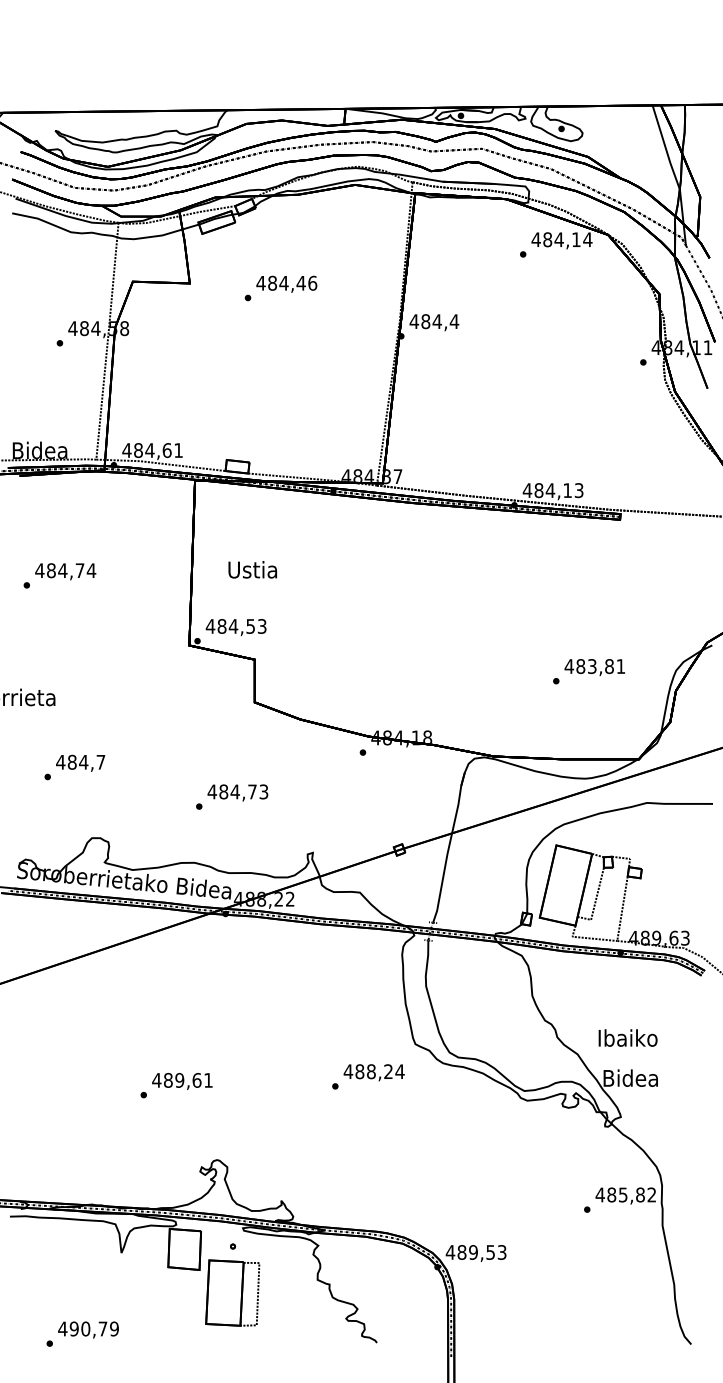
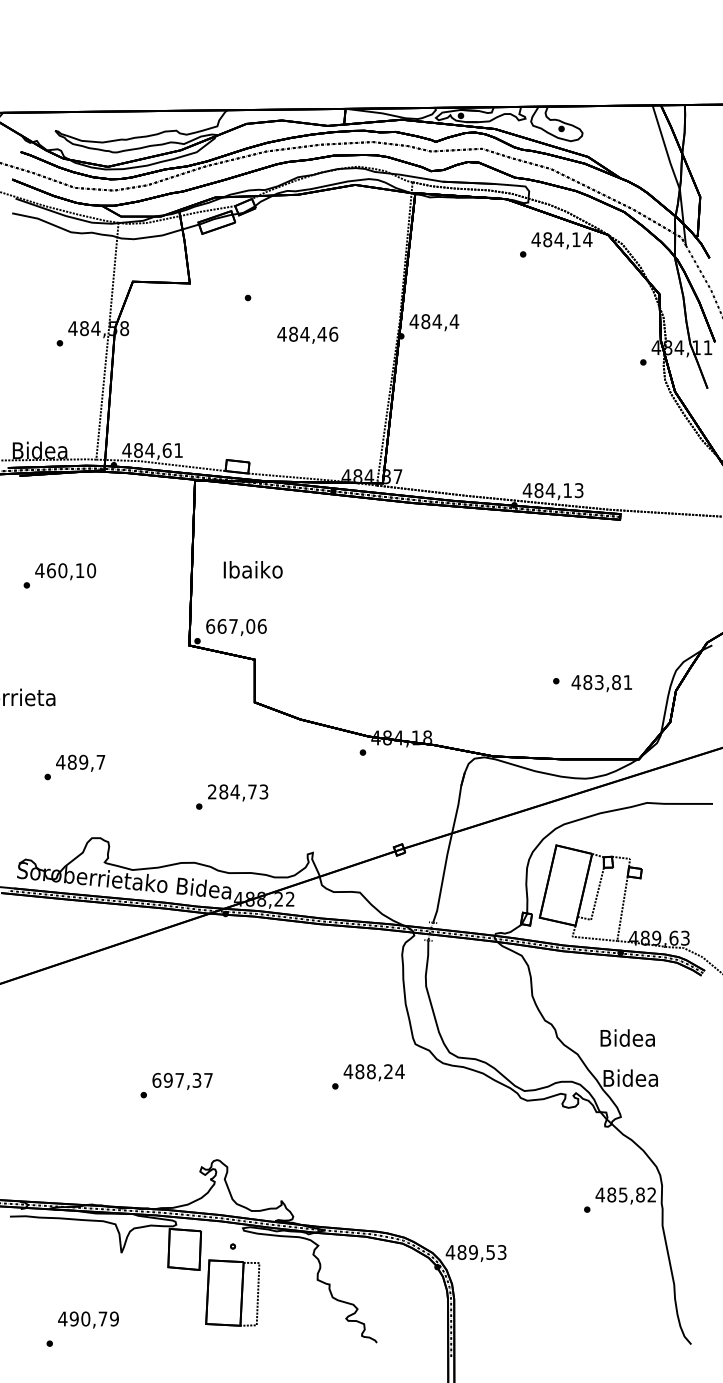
text at (286, 283) position: (286, 283) -> (307, 334)
text at (252, 569): Ustia -> Ibaiko
text at (71, 570): 484,74 -> 460,10
text at (235, 626): 484,53 -> 667,06
text at (594, 667) position: (594, 667) -> (601, 683)
text at (83, 761): 484,7 -> 489,7
text at (211, 791): 484,73 -> 284,73
text at (627, 1037): Ibaiko -> Bidea
text at (182, 1079): 489,61 -> 697,37
text at (88, 1329) position: (88, 1329) -> (88, 1319)
